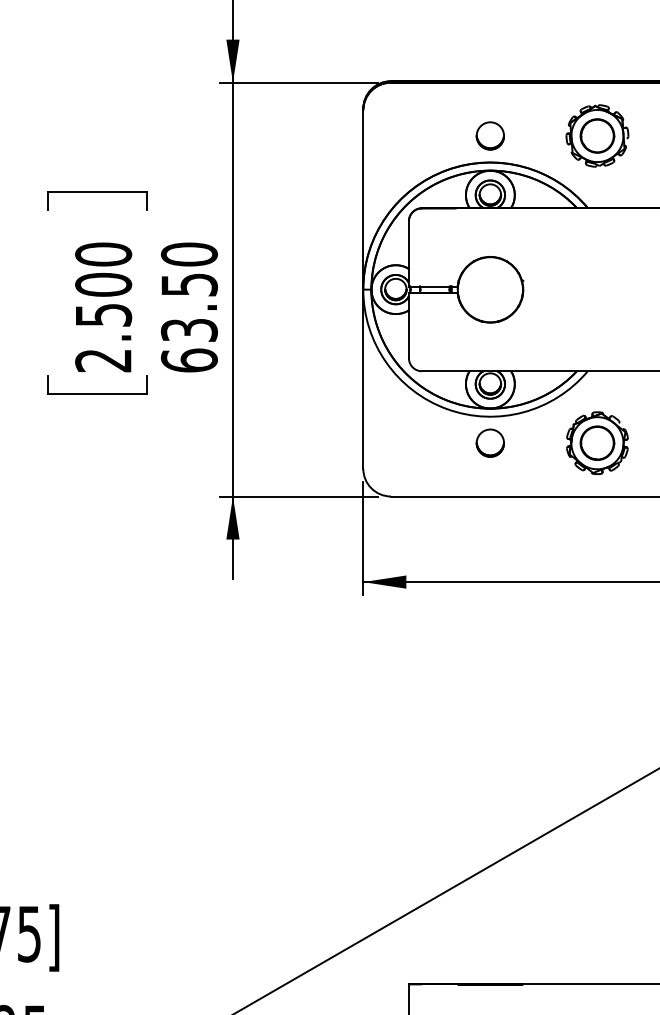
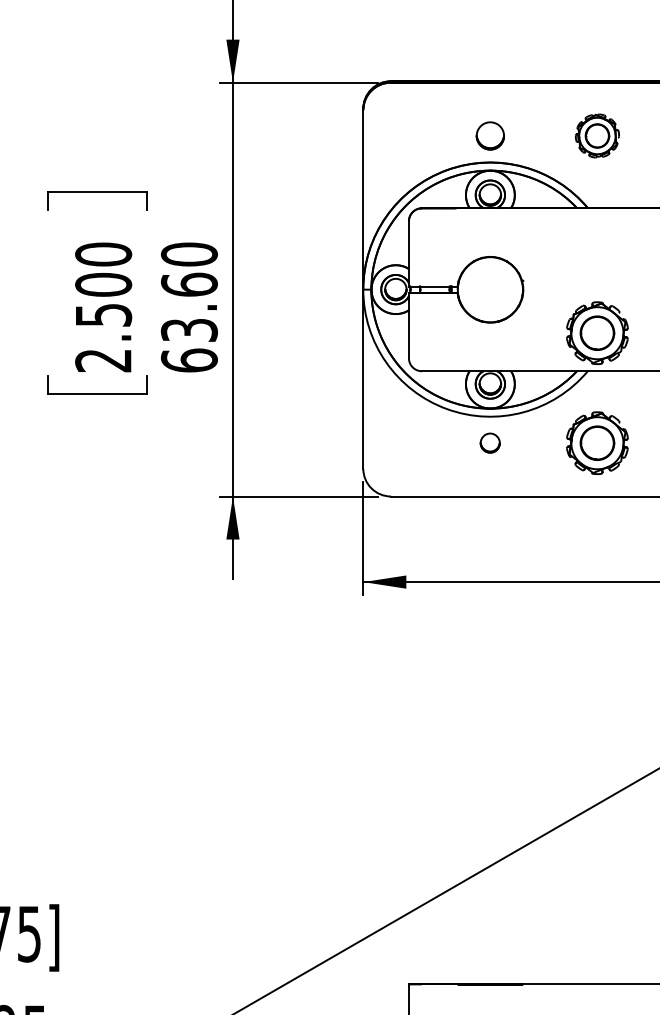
part at (597, 135) size: 65x64 px -> 46x46 px
text at (188, 284): 63.50 -> 63.60
part at (597, 332): none -> present
circle at (489, 442) size: 30x30 px -> 22x22 px
